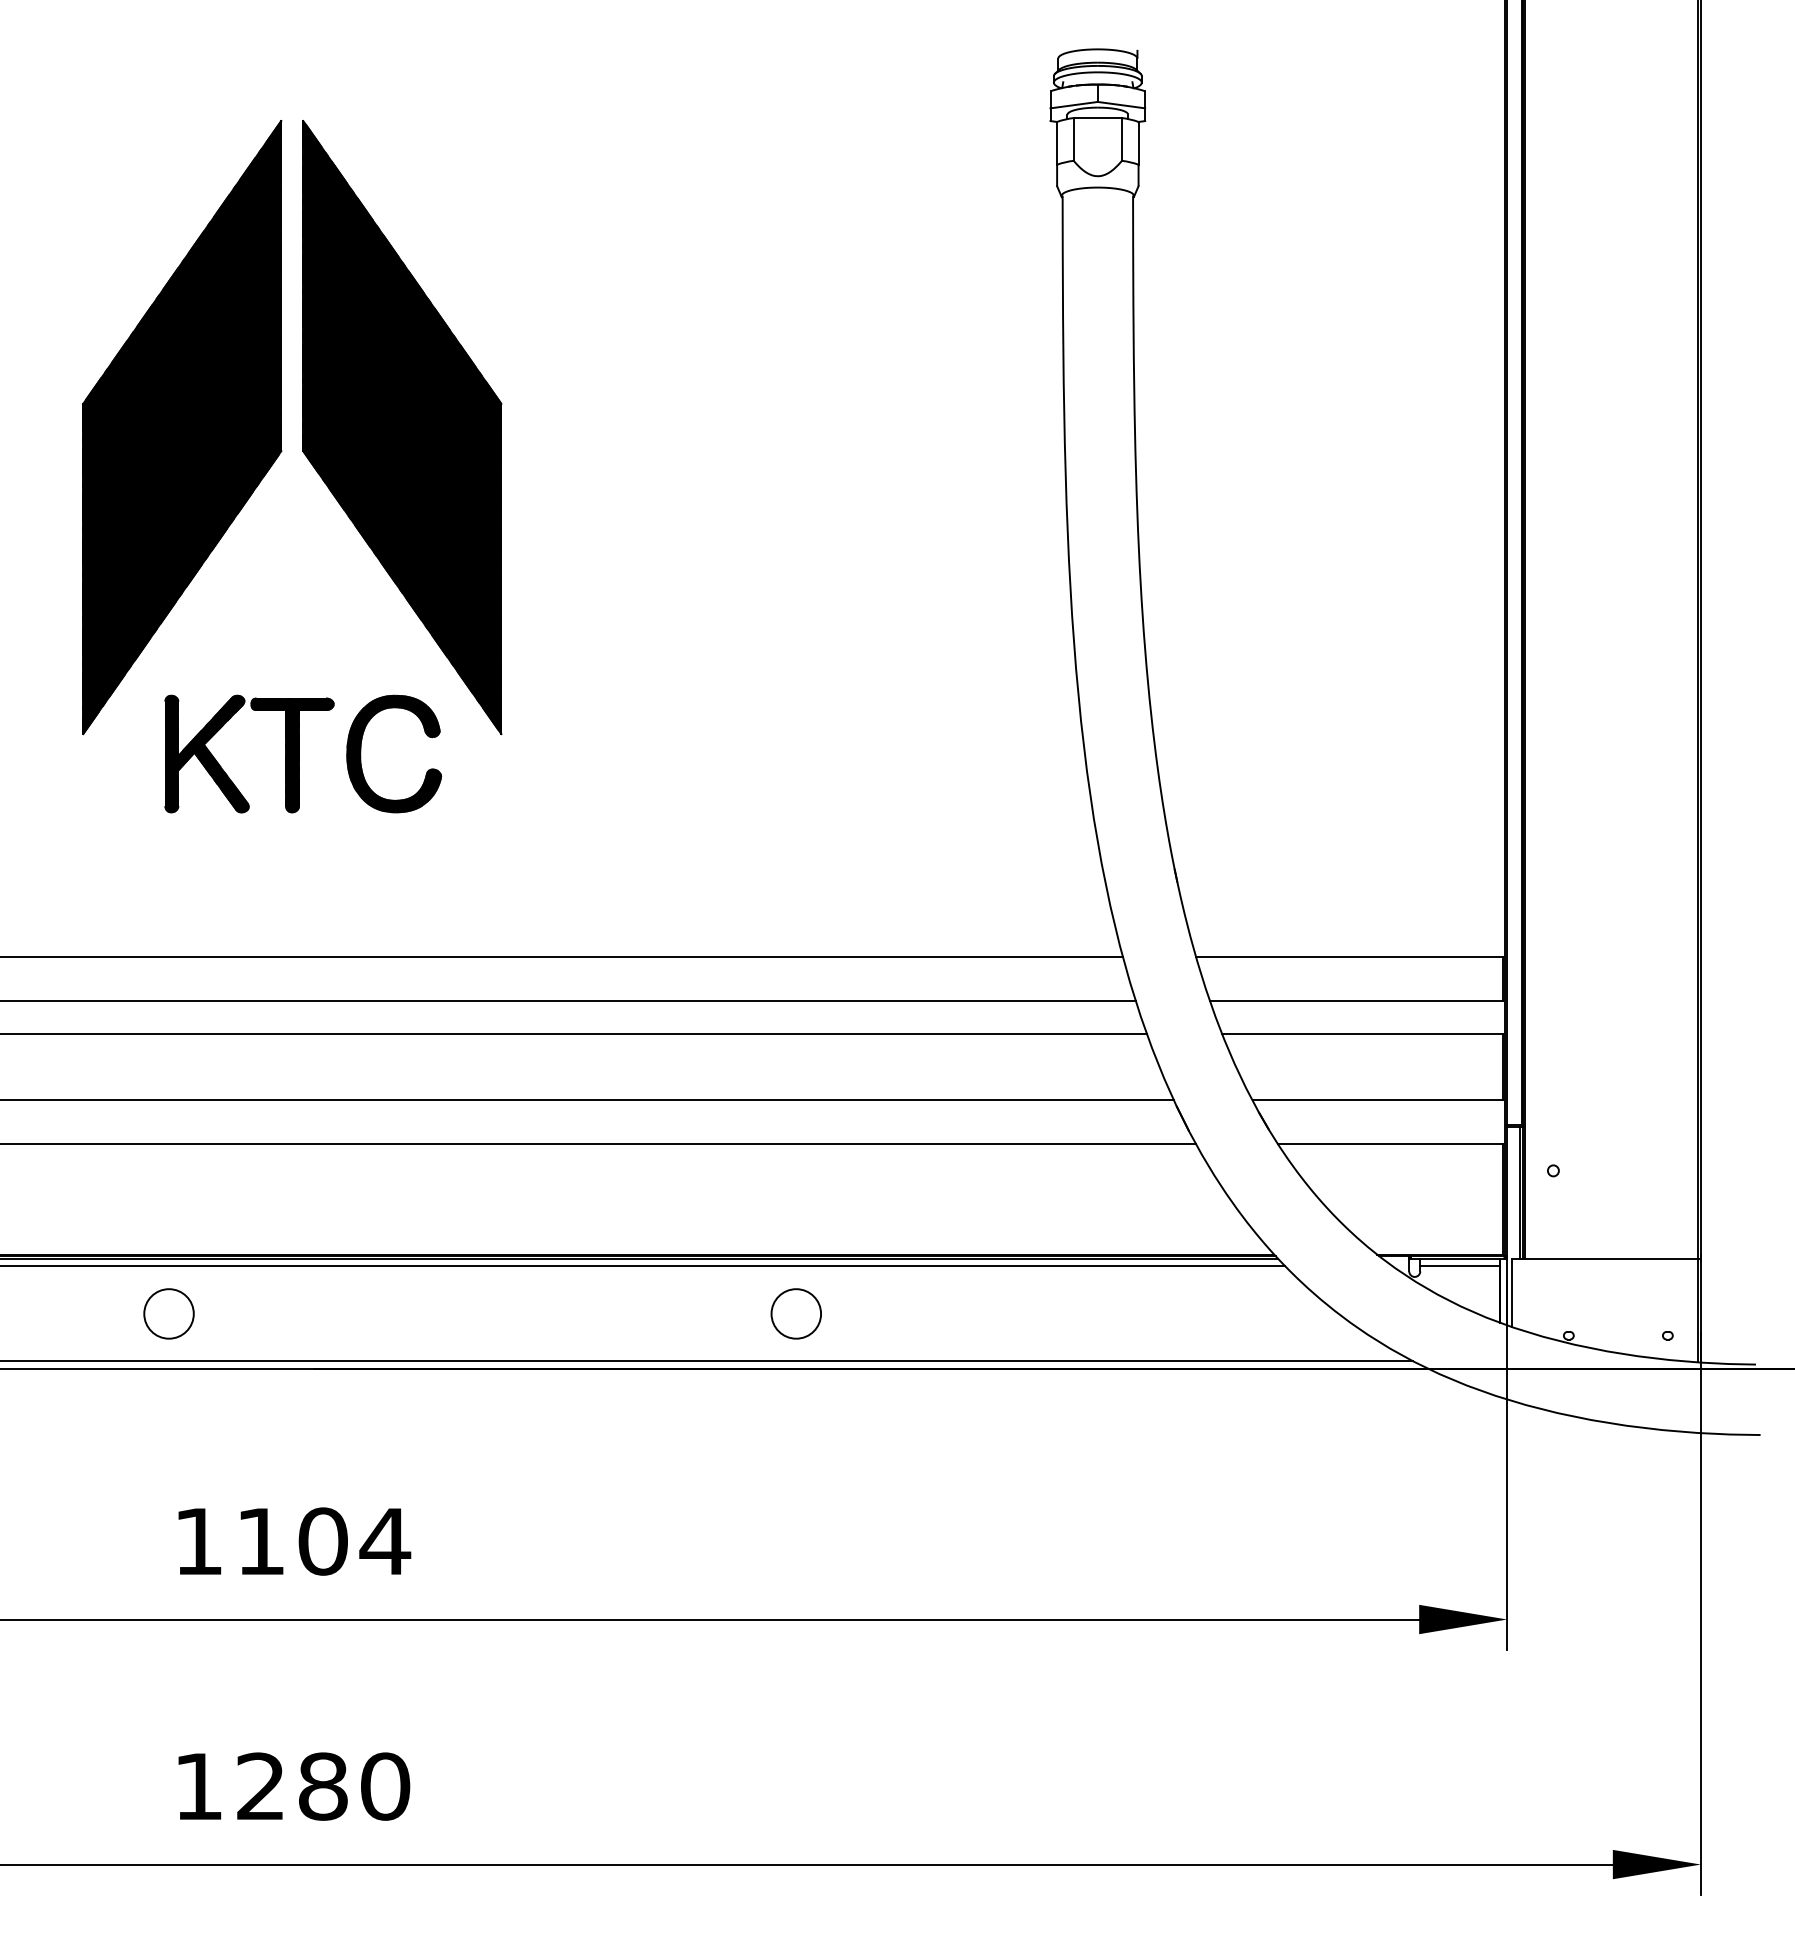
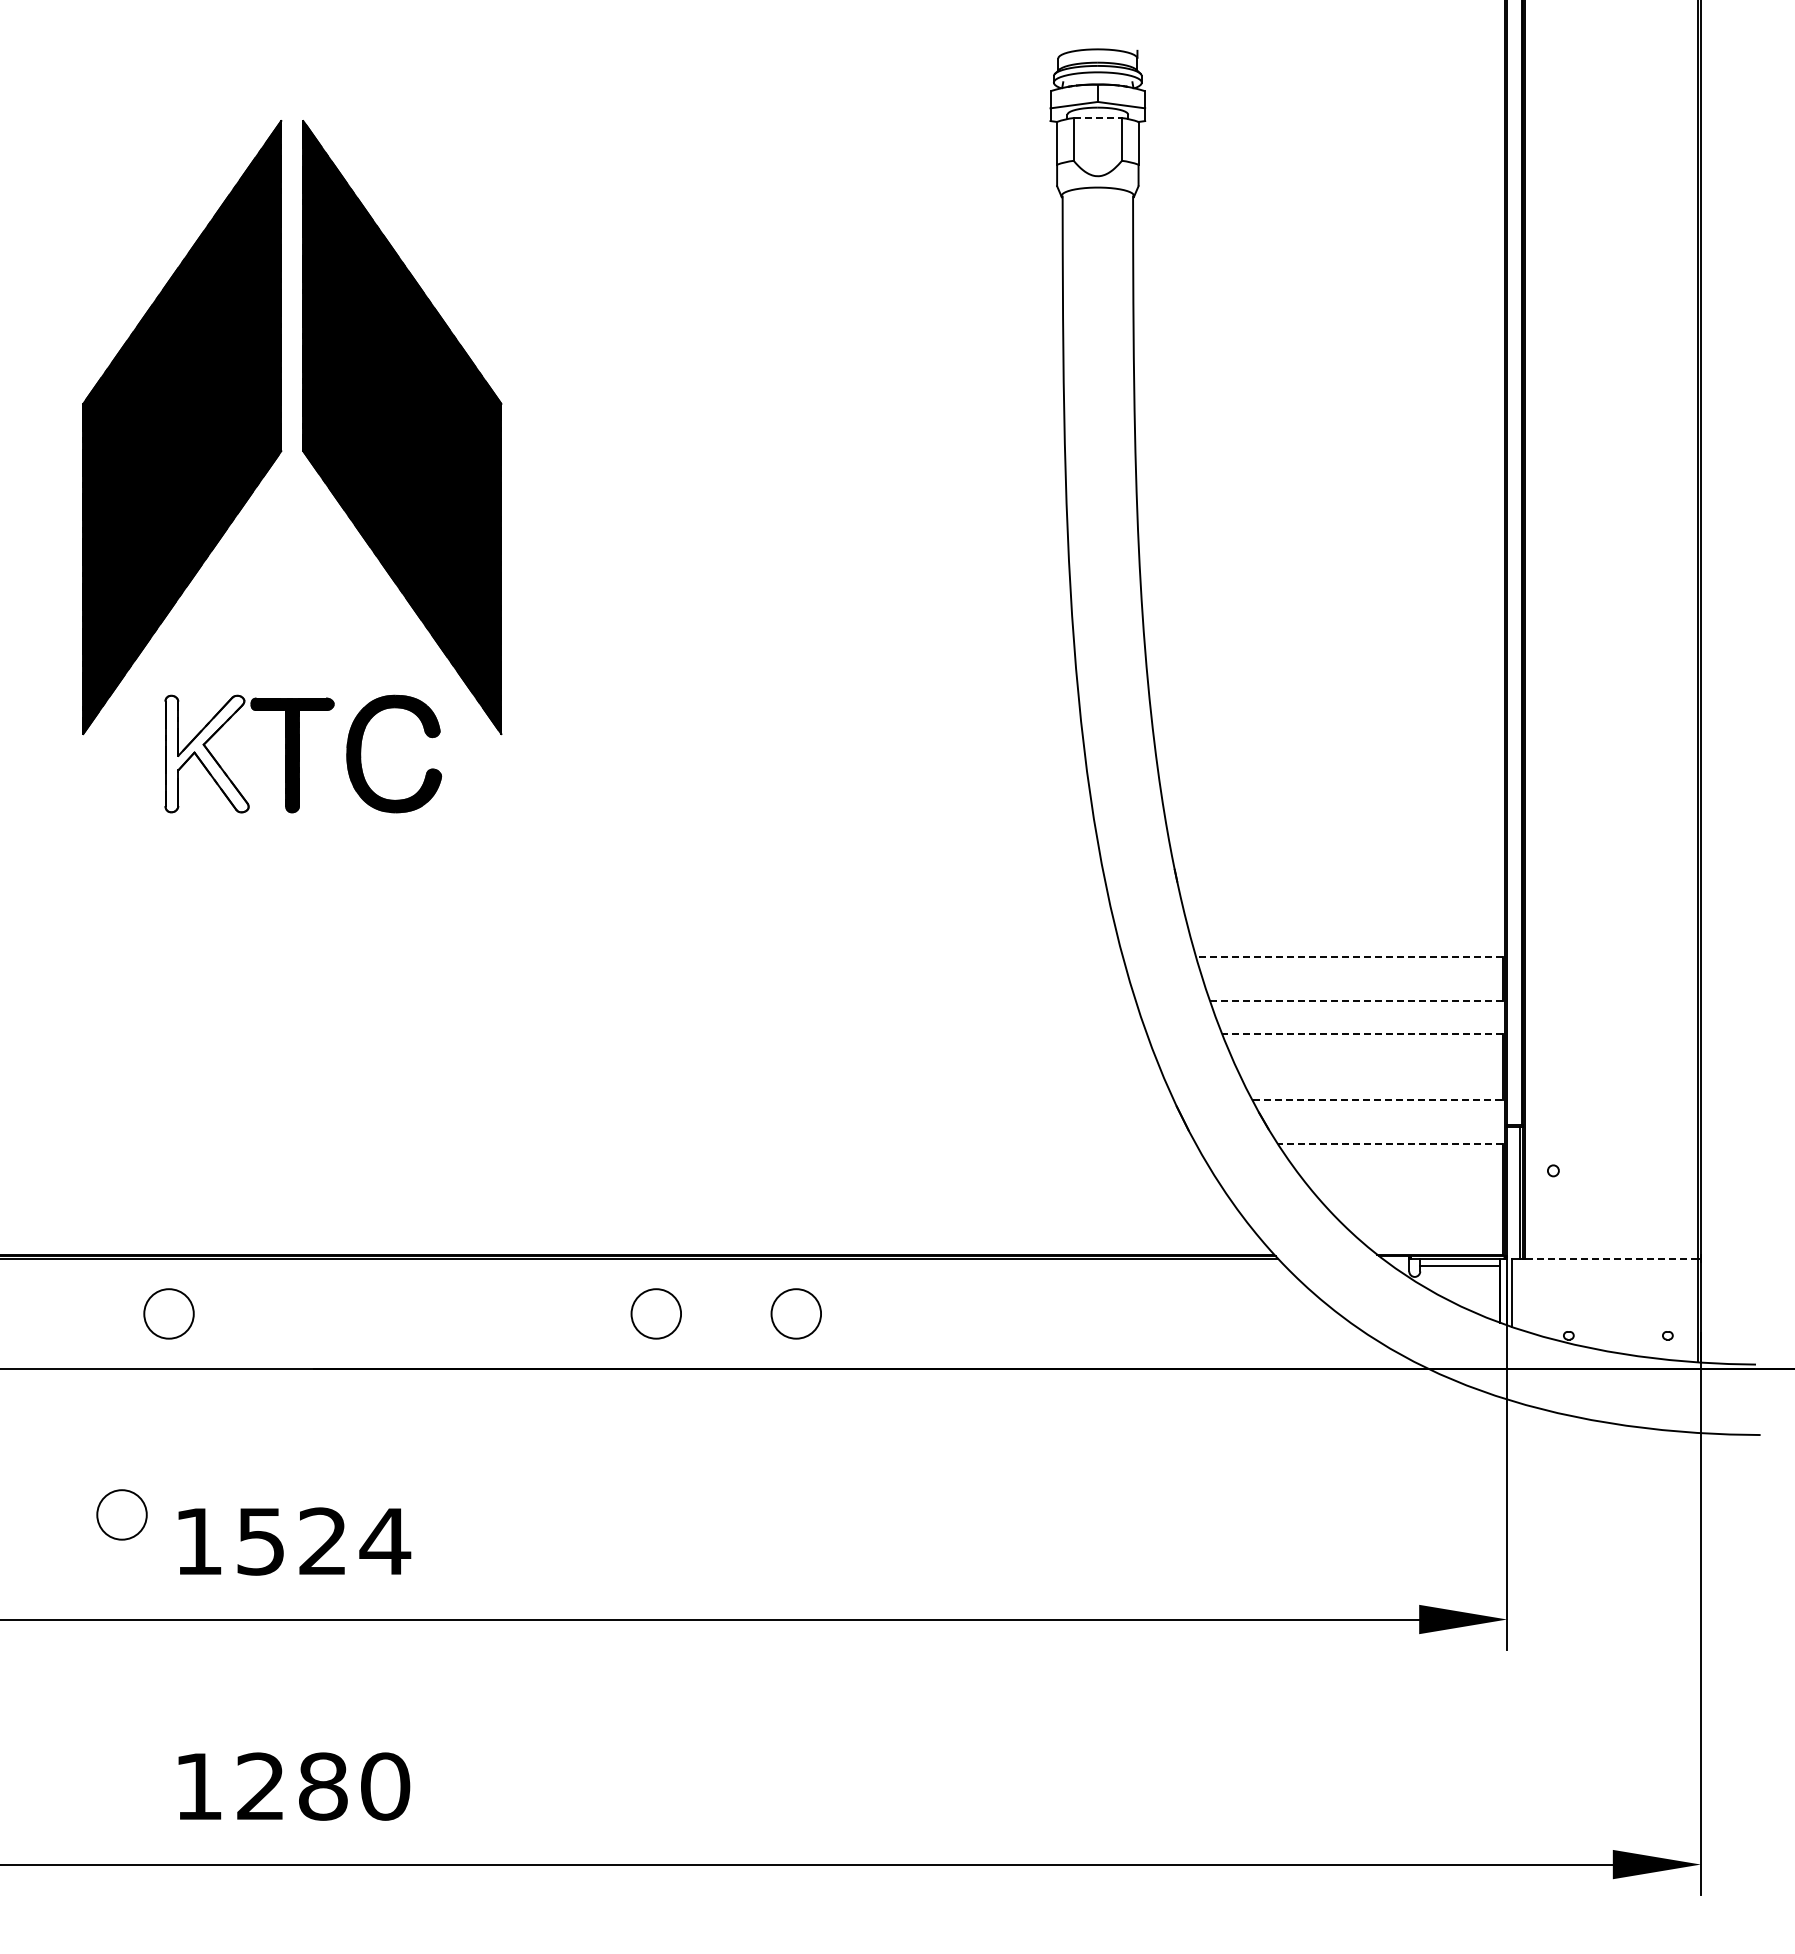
line at (1098, 118): solid -> dashed
fill at (206, 753): present -> none
line at (562, 957): present -> none
line at (1348, 957): solid -> dashed
line at (569, 1001): present -> none
line at (1356, 1001): solid -> dashed
line at (574, 1034): present -> none
line at (1362, 1034): solid -> dashed
line at (588, 1100): present -> none
line at (1378, 1100): solid -> dashed
line at (599, 1144): present -> none
line at (1389, 1144): solid -> dashed
line at (1611, 1258): solid -> dashed
line at (643, 1266): present -> none
circle at (655, 1313): none -> present
line at (707, 1361): present -> none
circle at (121, 1514): none -> present
text at (292, 1541): 1104 -> 1524
